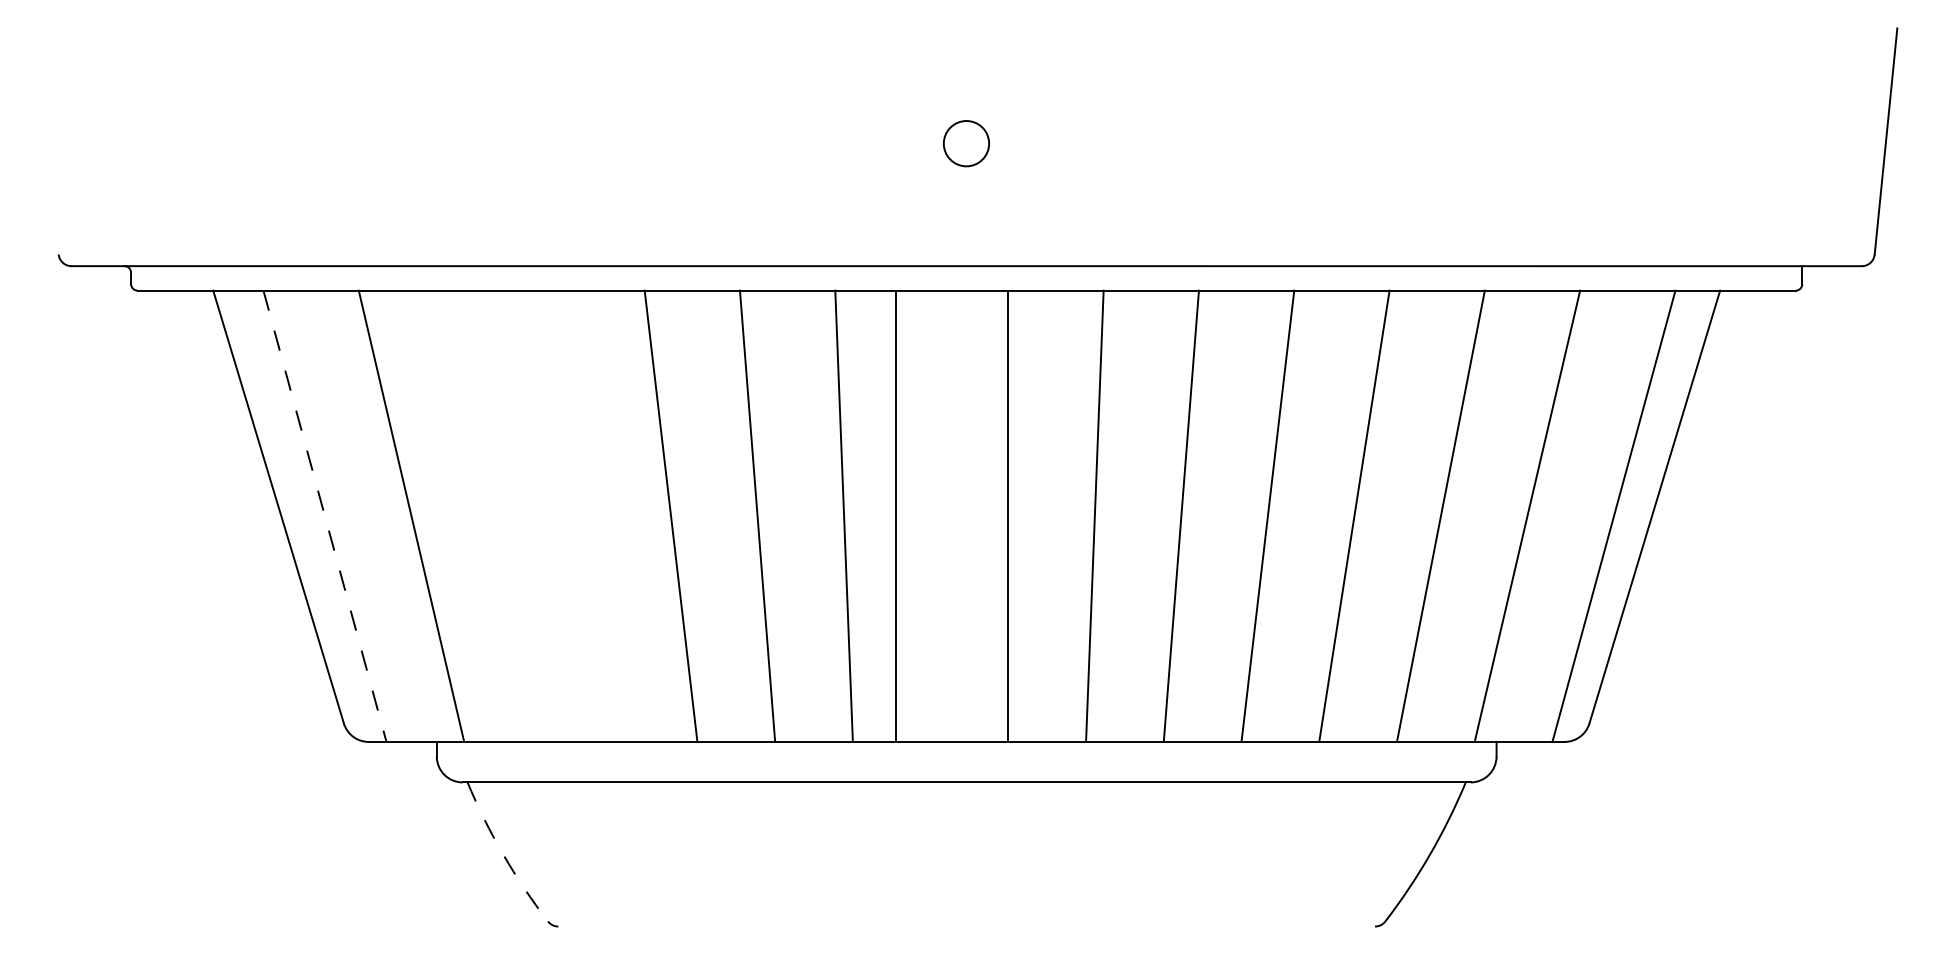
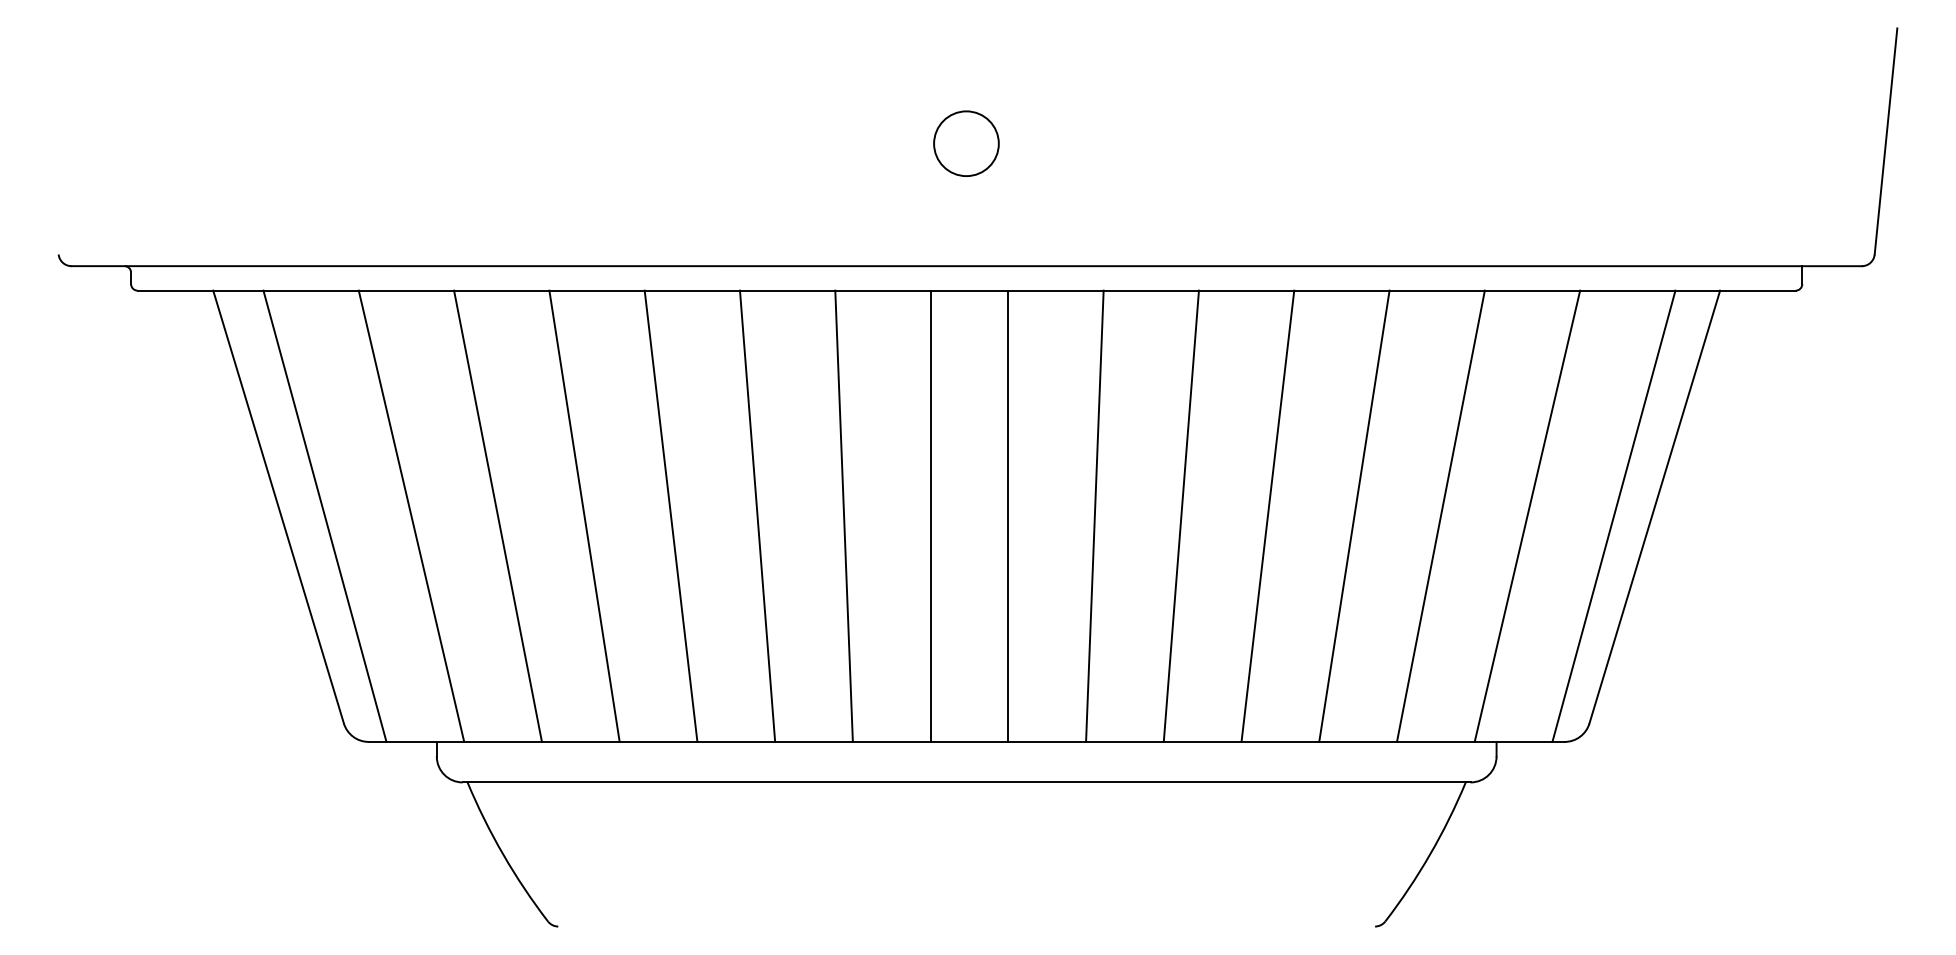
circle at (965, 143) size: 48x48 px -> 67x67 px
line at (497, 515): none -> present
line at (584, 515): none -> present
line at (895, 515) position: (895, 515) -> (930, 515)
line at (324, 516): dashed -> solid
arc at (503, 854): dashed -> solid
